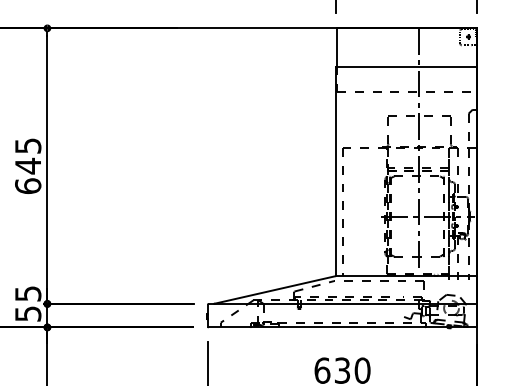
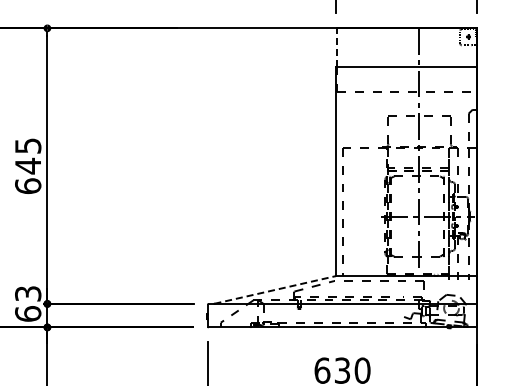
line at (337, 47): solid -> dashed
line at (275, 289): solid -> dashed
text at (28, 303): 55 -> 63
